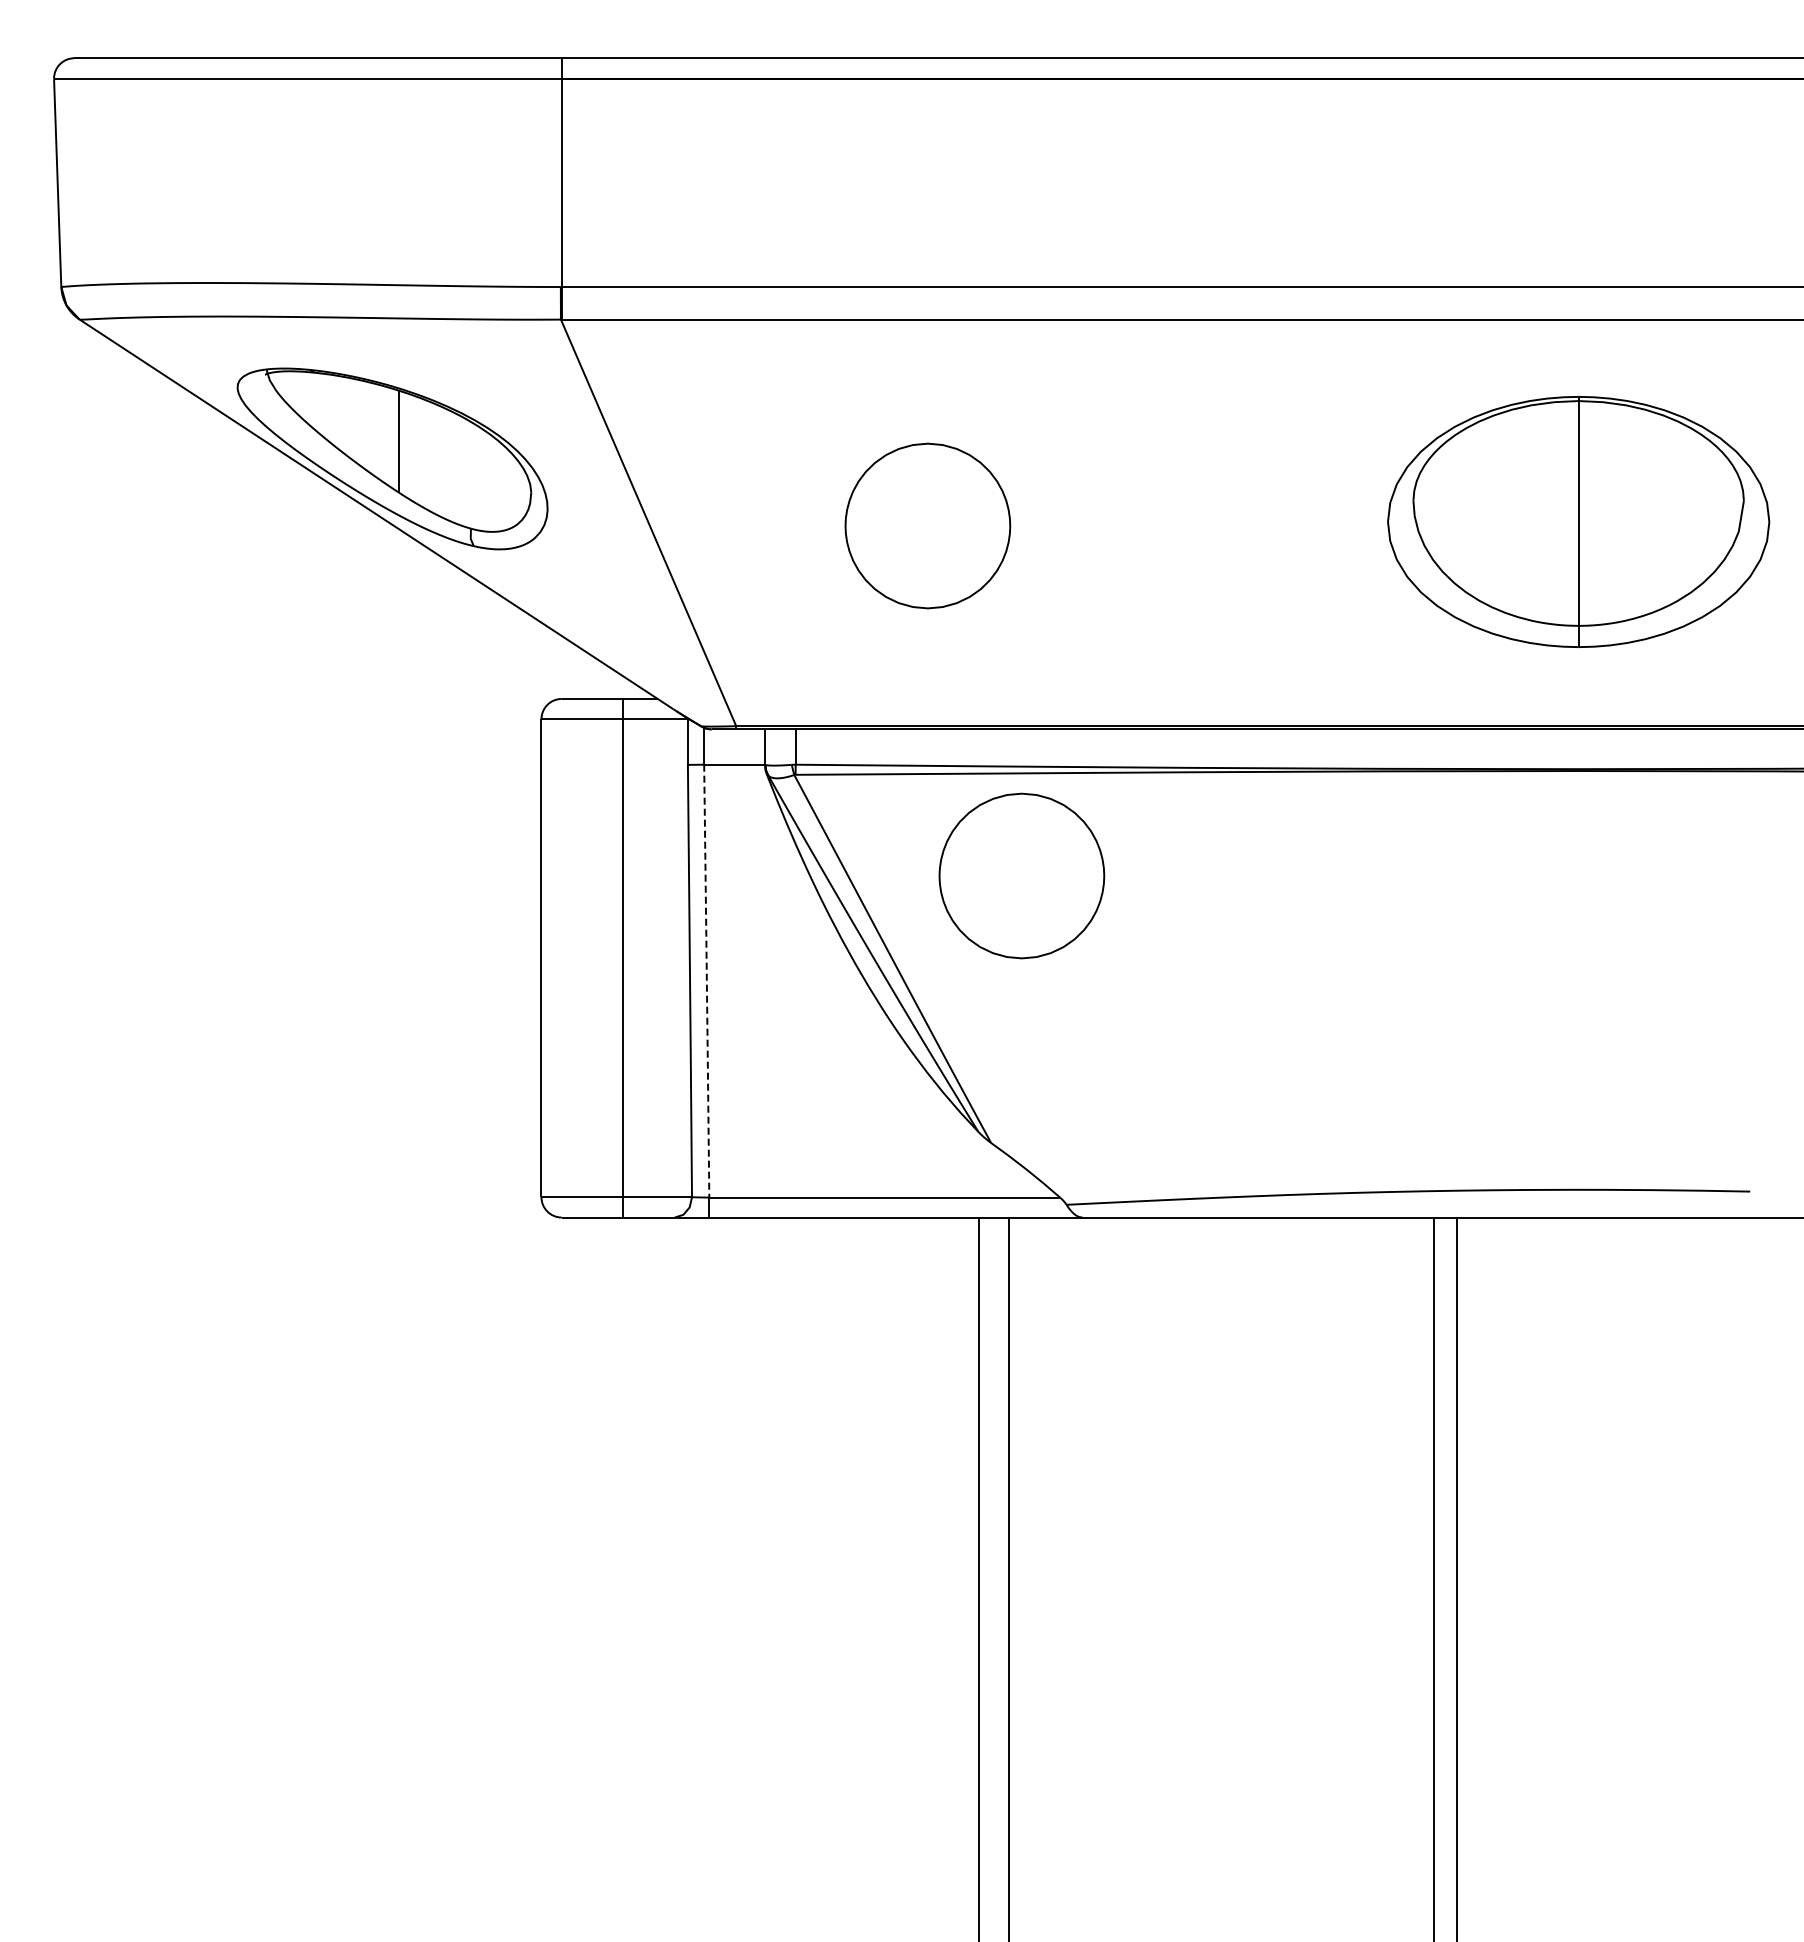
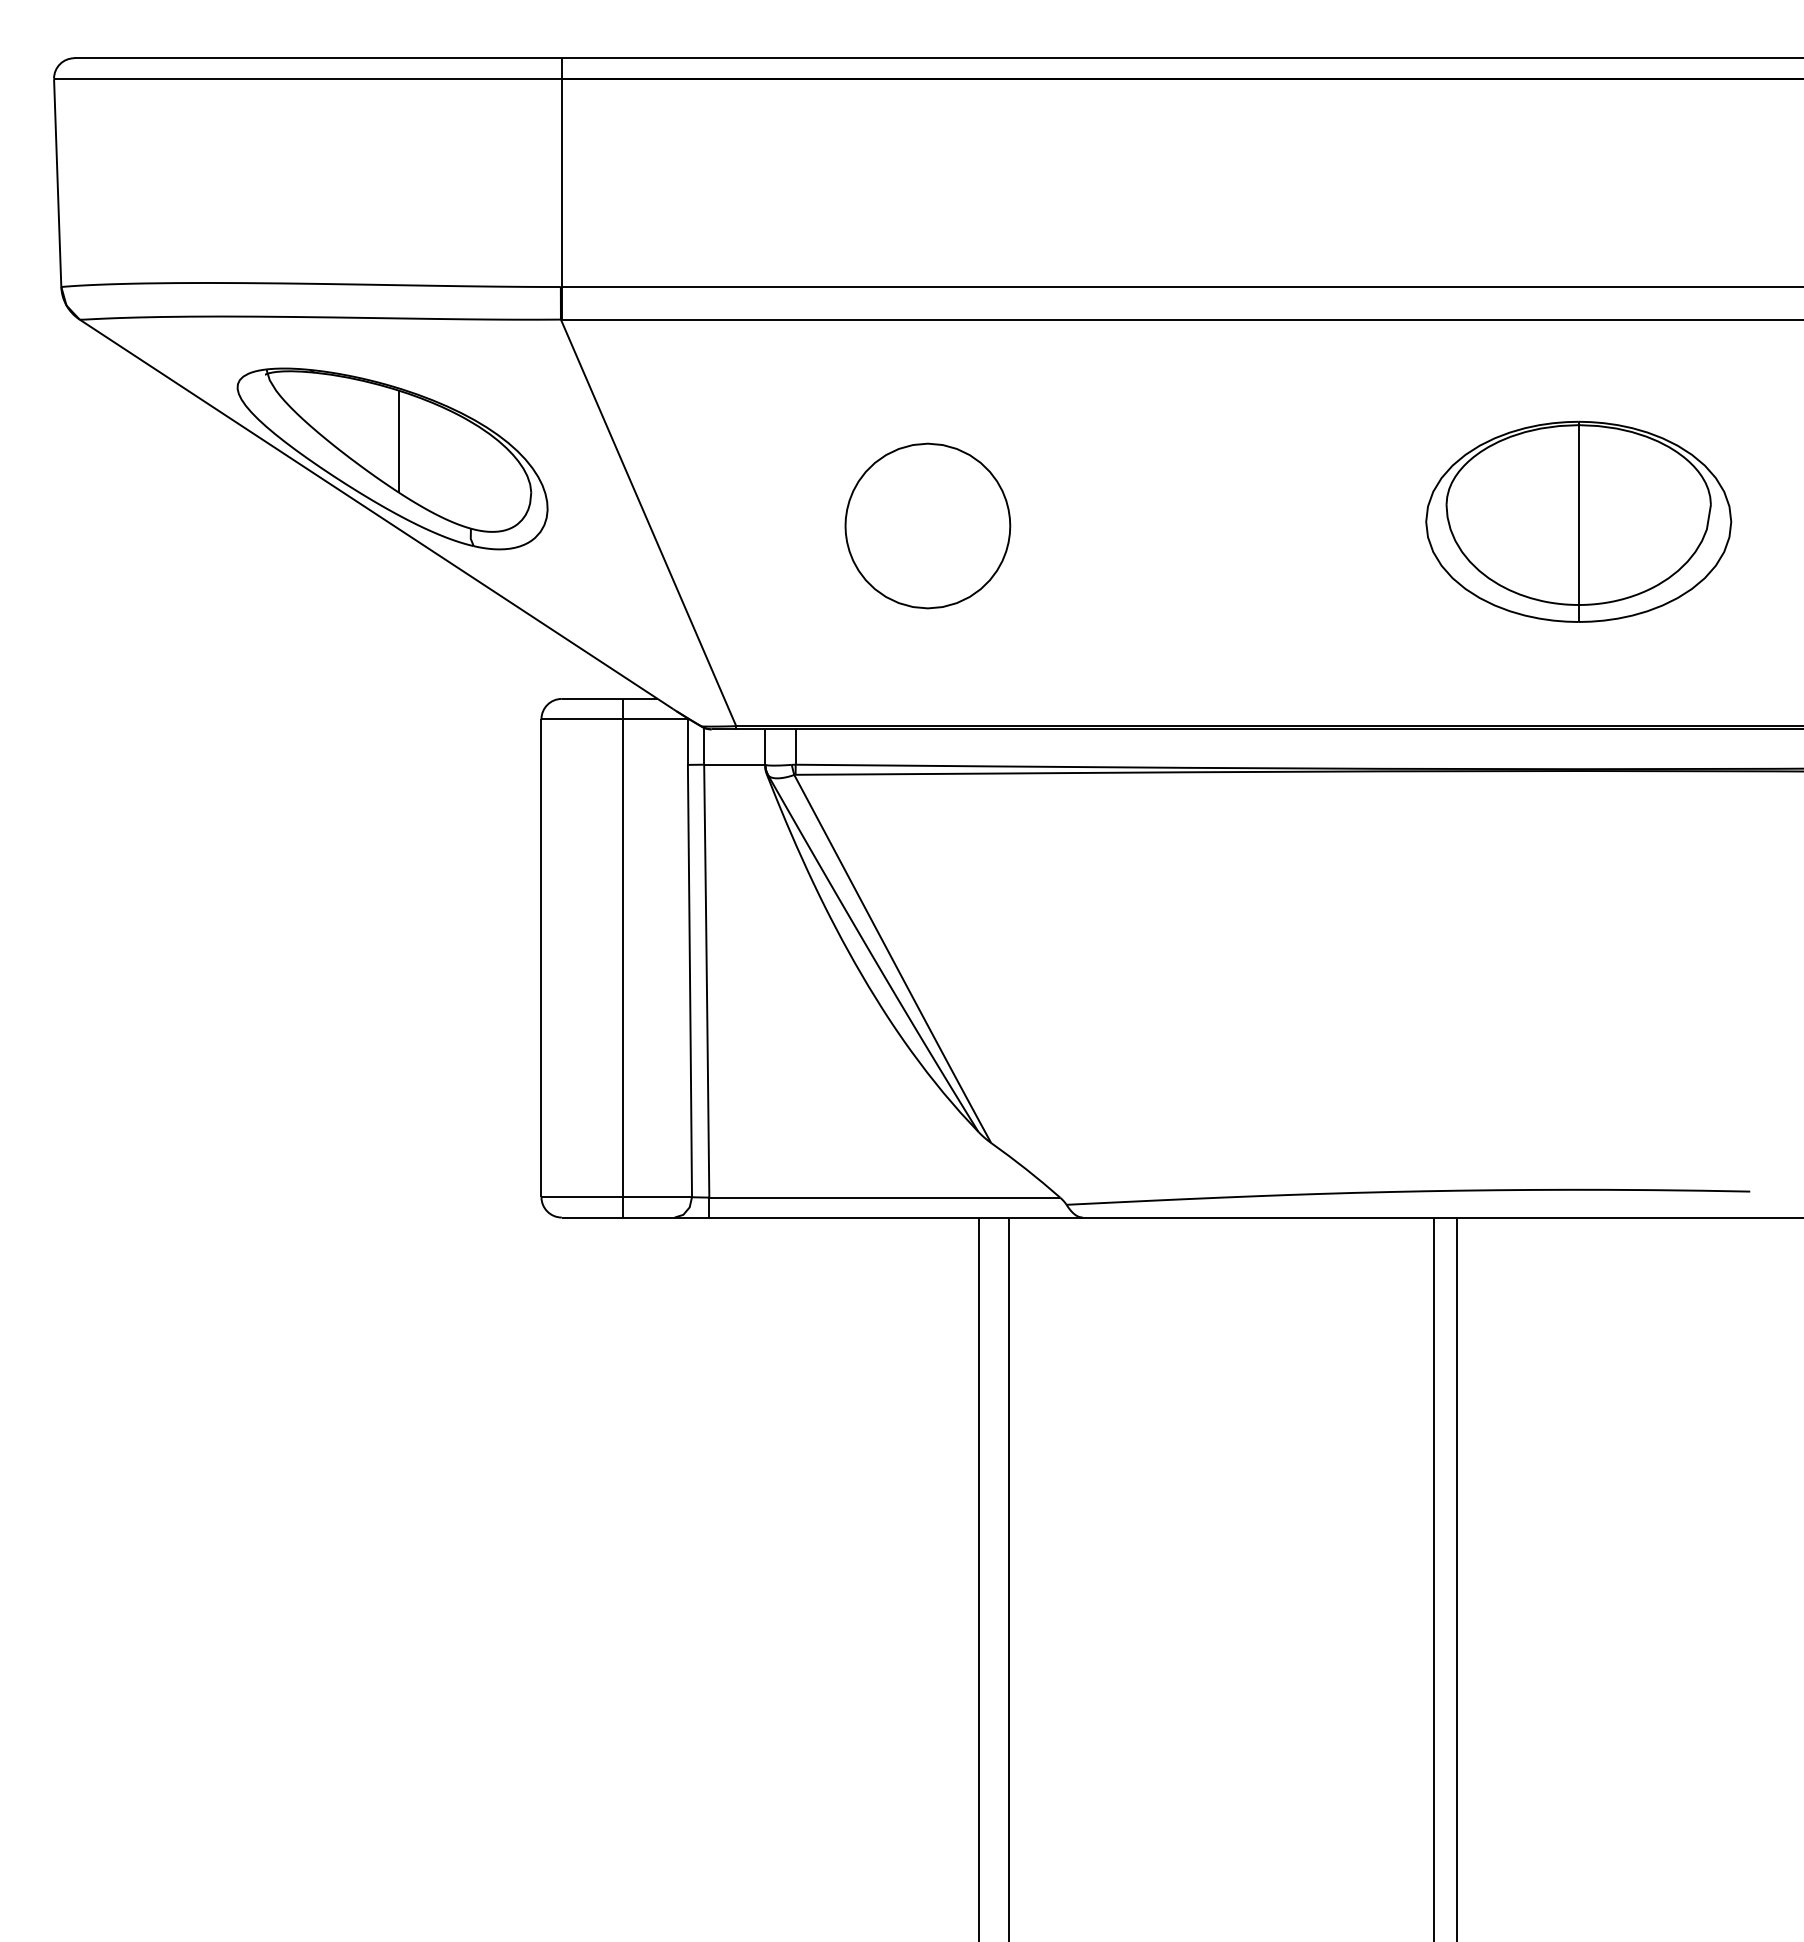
part at (1578, 521) size: 384x252 px -> 308x203 px
part at (1021, 875): present -> none
line at (706, 981): dashed -> solid
